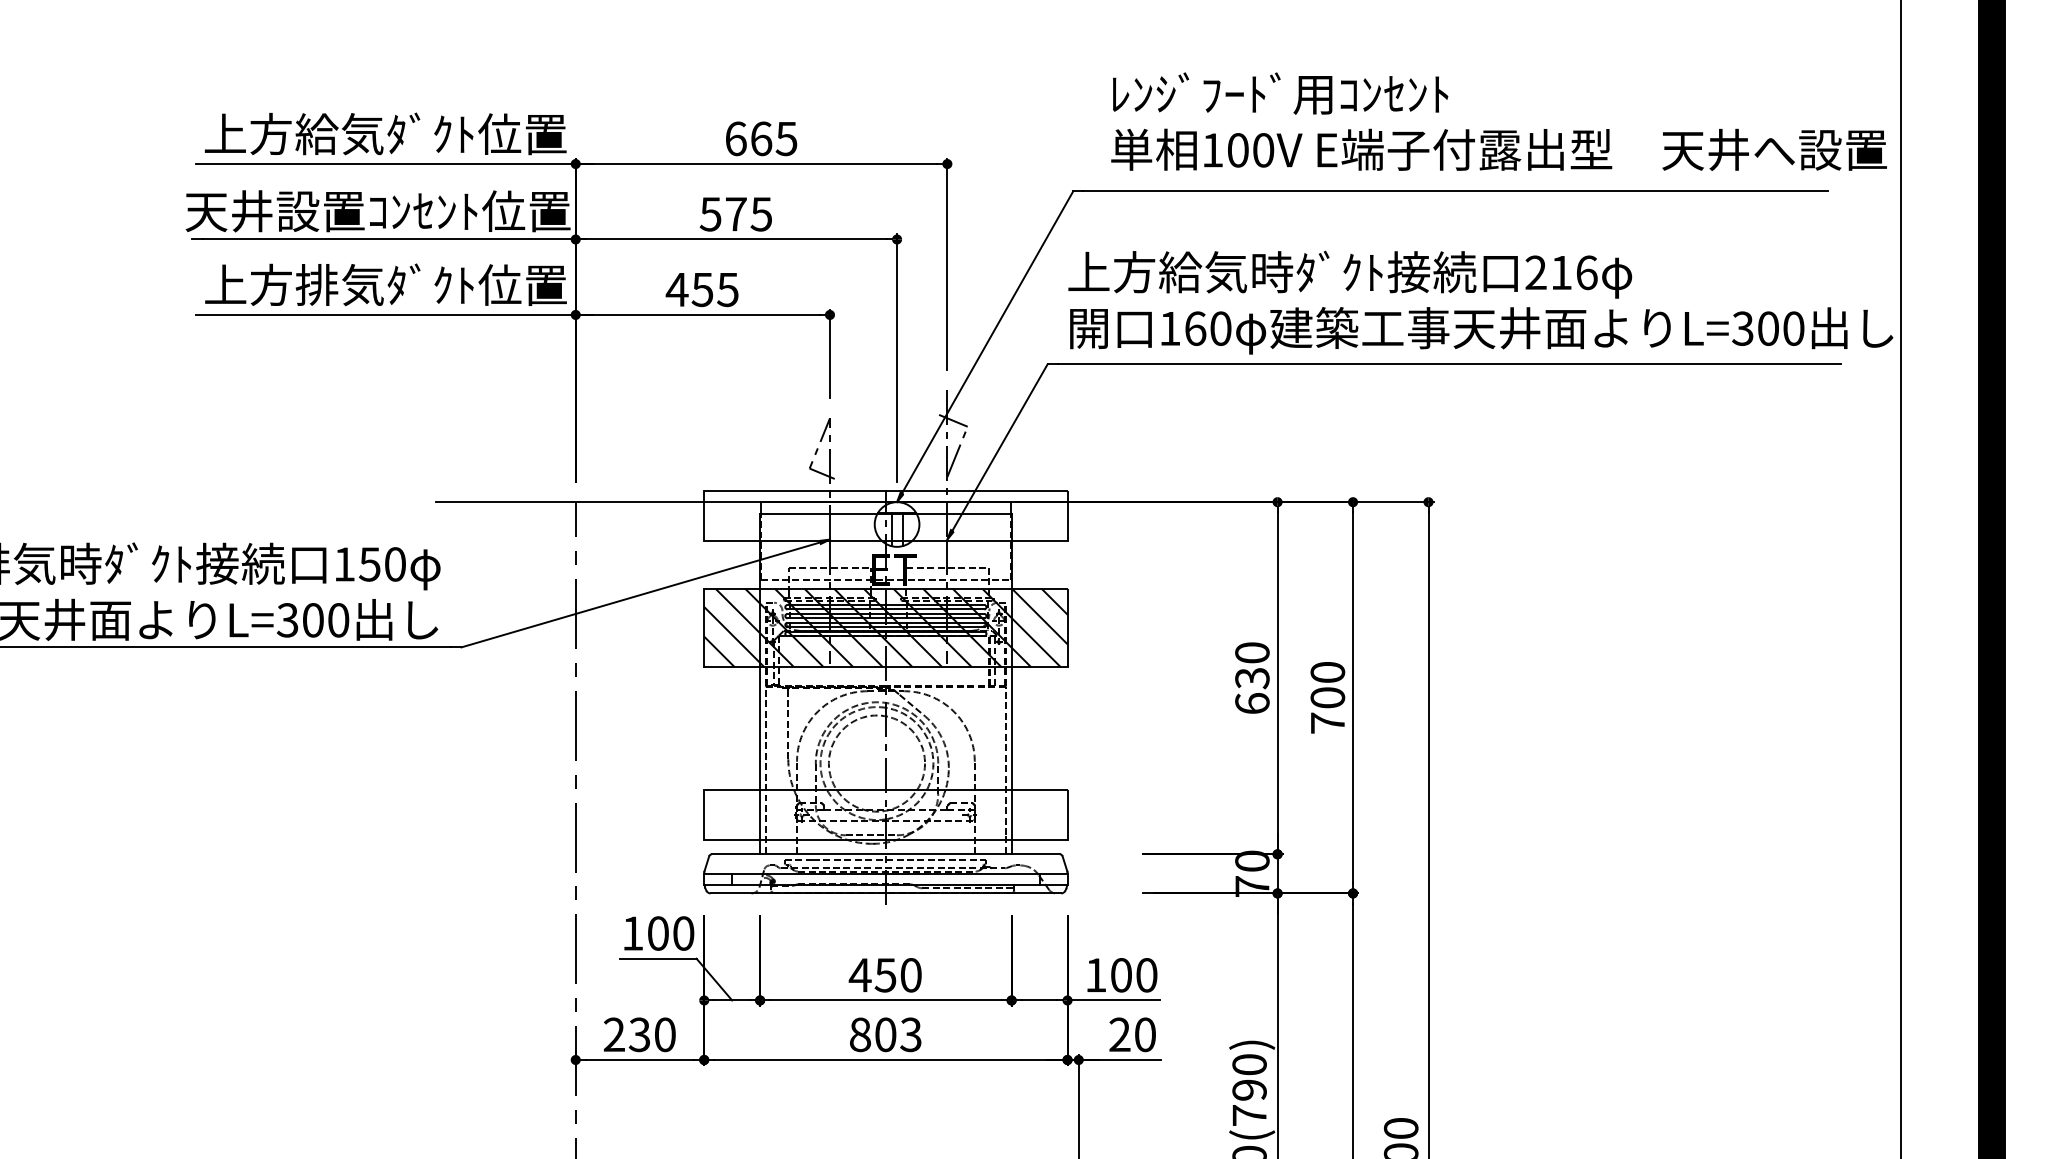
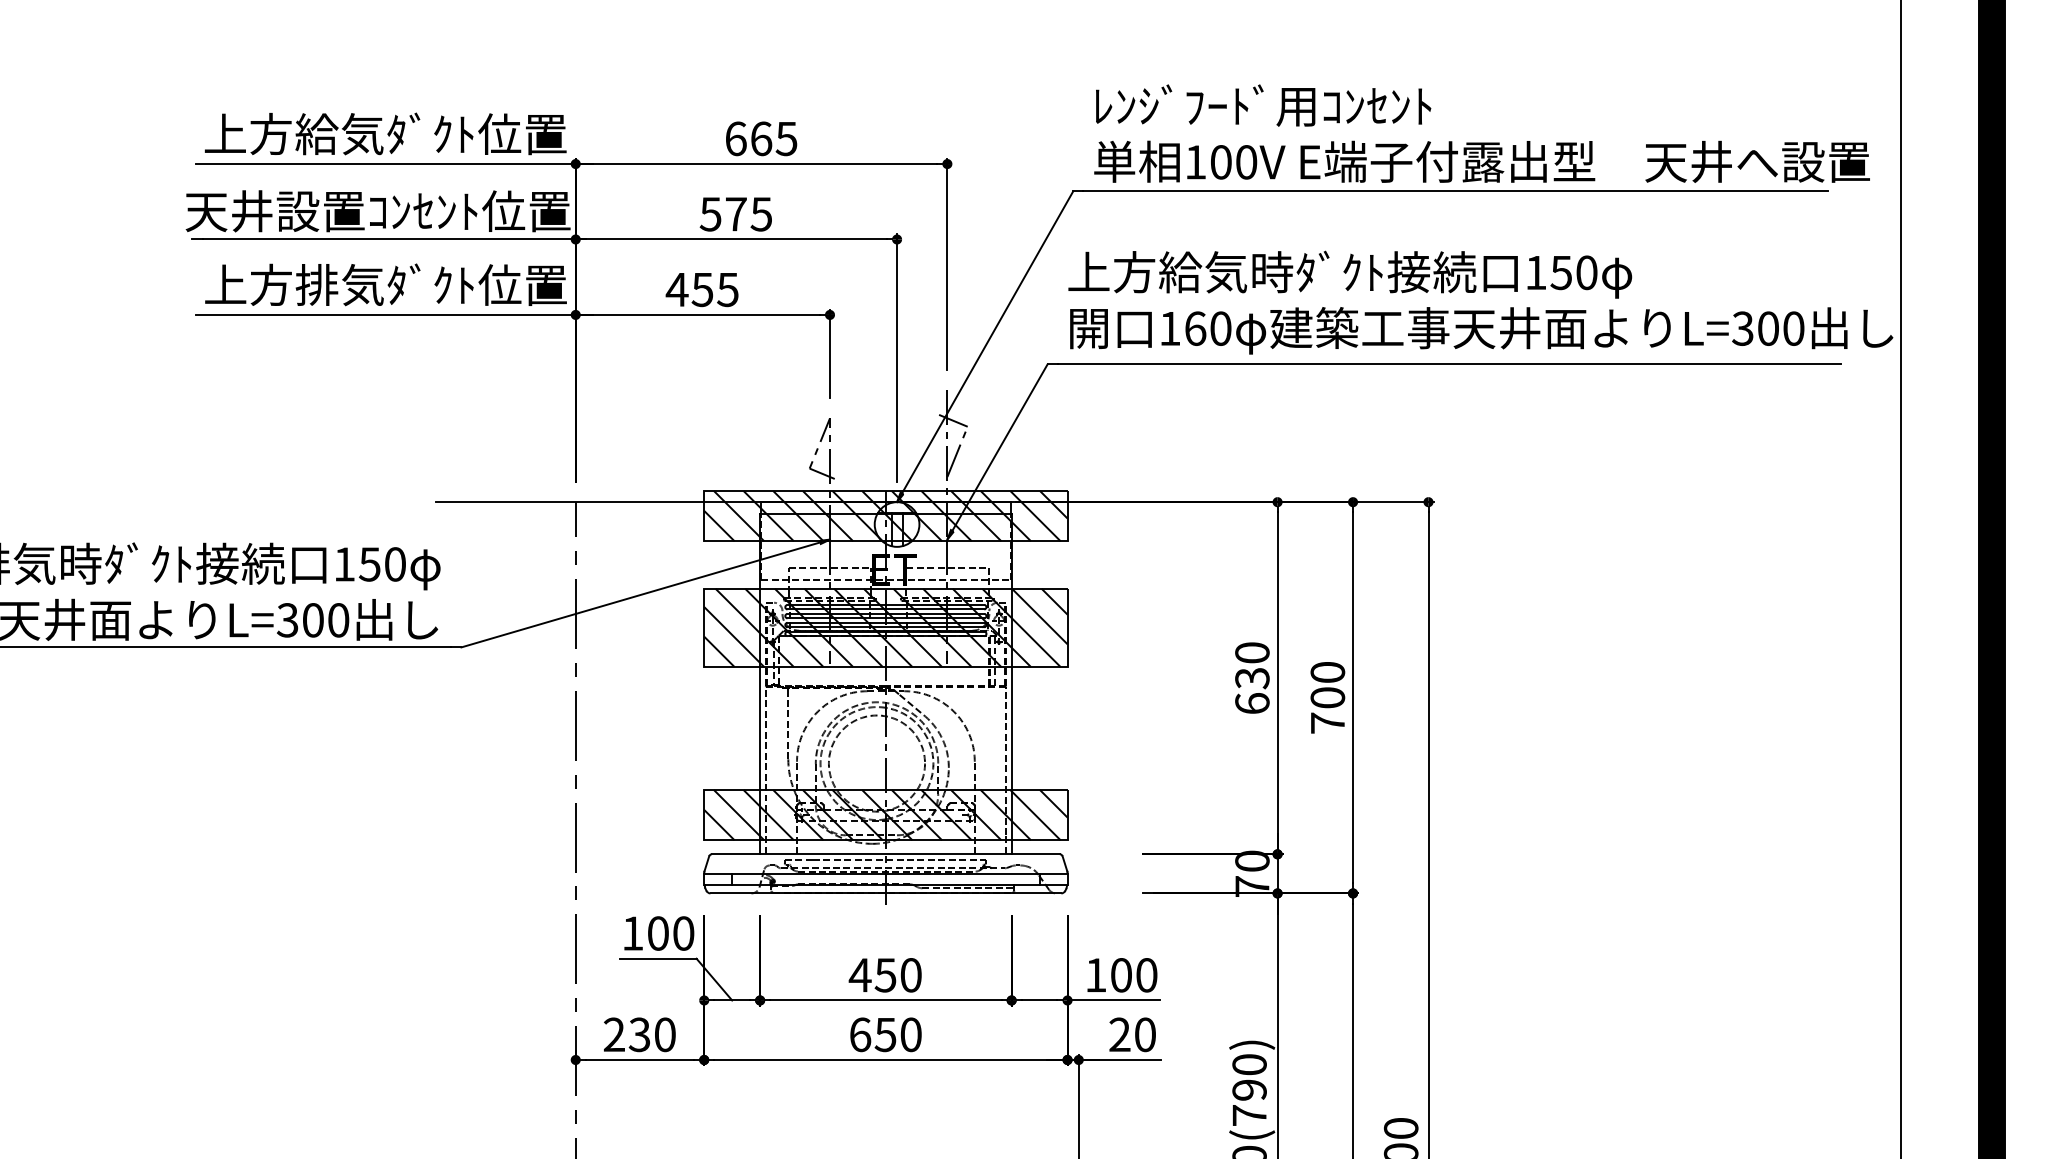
text at (1498, 121) position: (1498, 121) -> (1481, 133)
text at (1561, 272): 216 -> 150
hatch at (885, 515): none -> present
hatch at (885, 815): none -> present
text at (885, 1034): 803 -> 650
